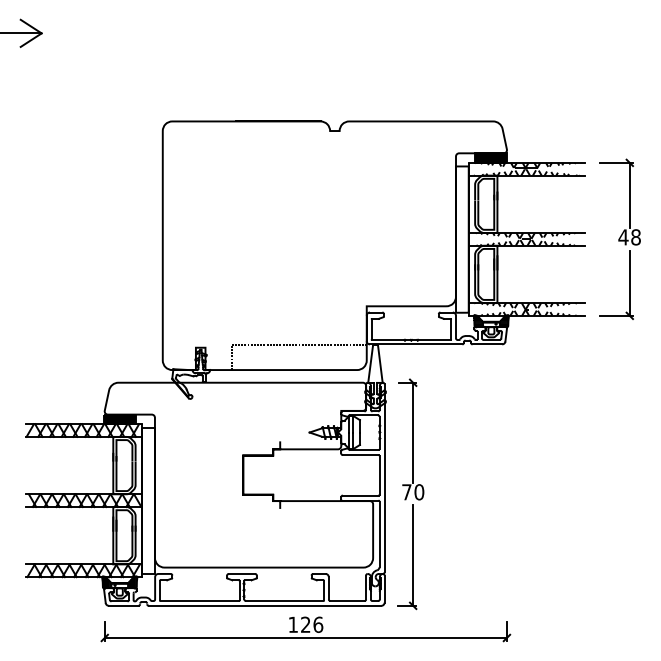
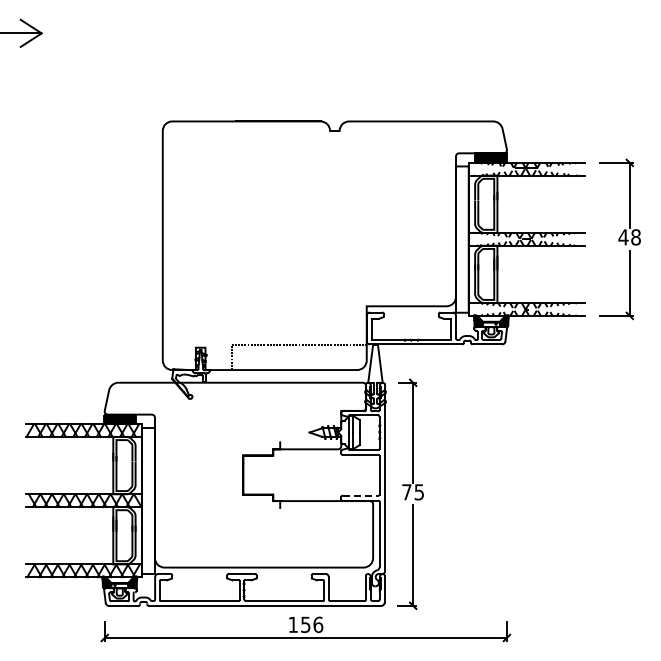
text at (419, 492): 70 -> 75
line at (360, 495): solid -> dashed
text at (305, 624): 126 -> 156
